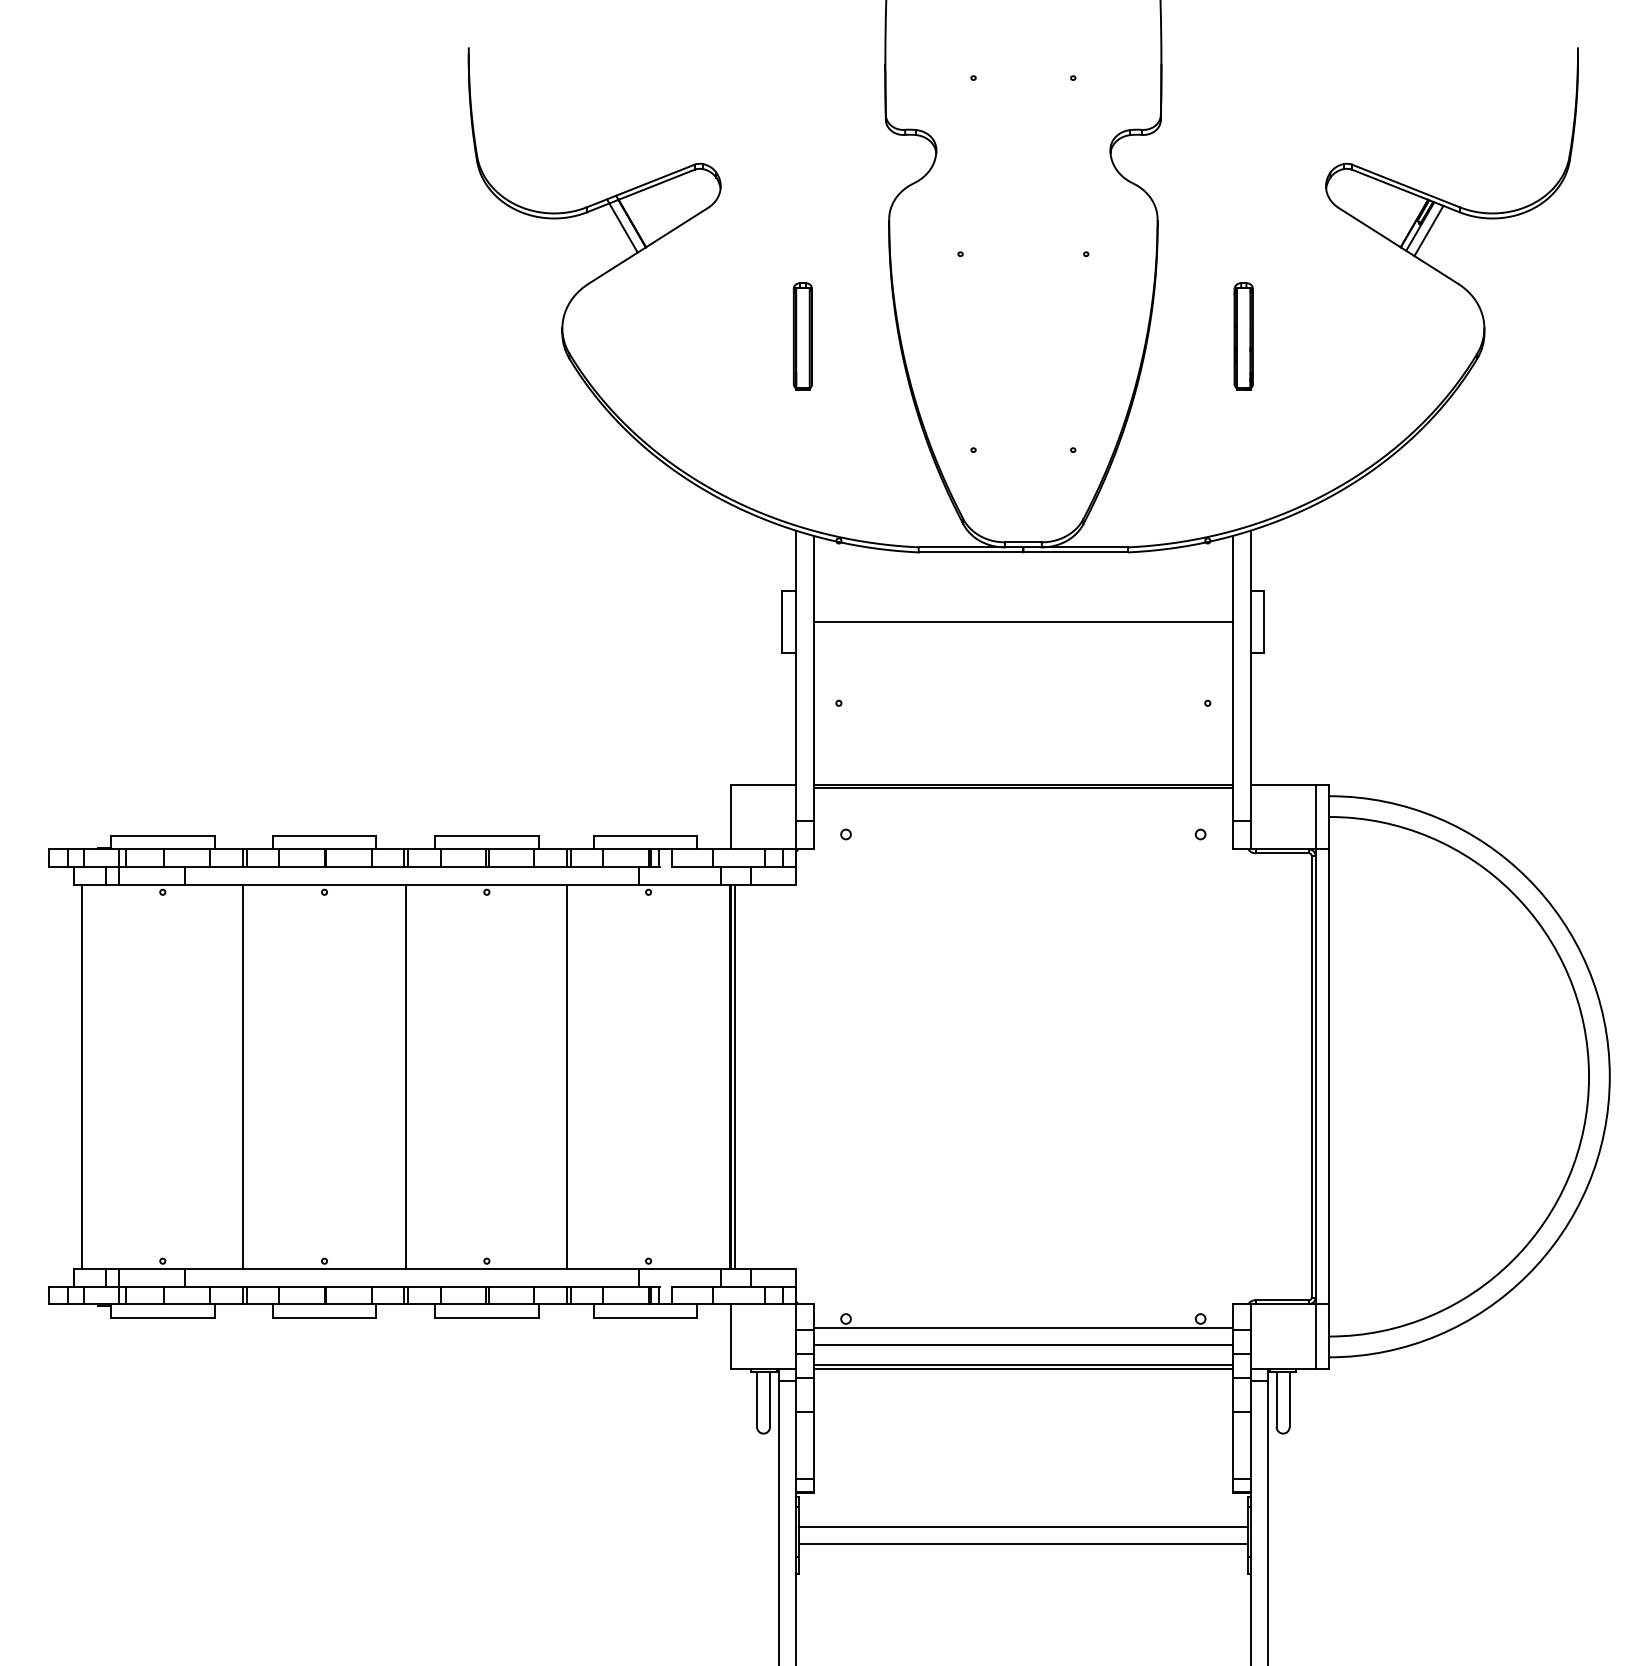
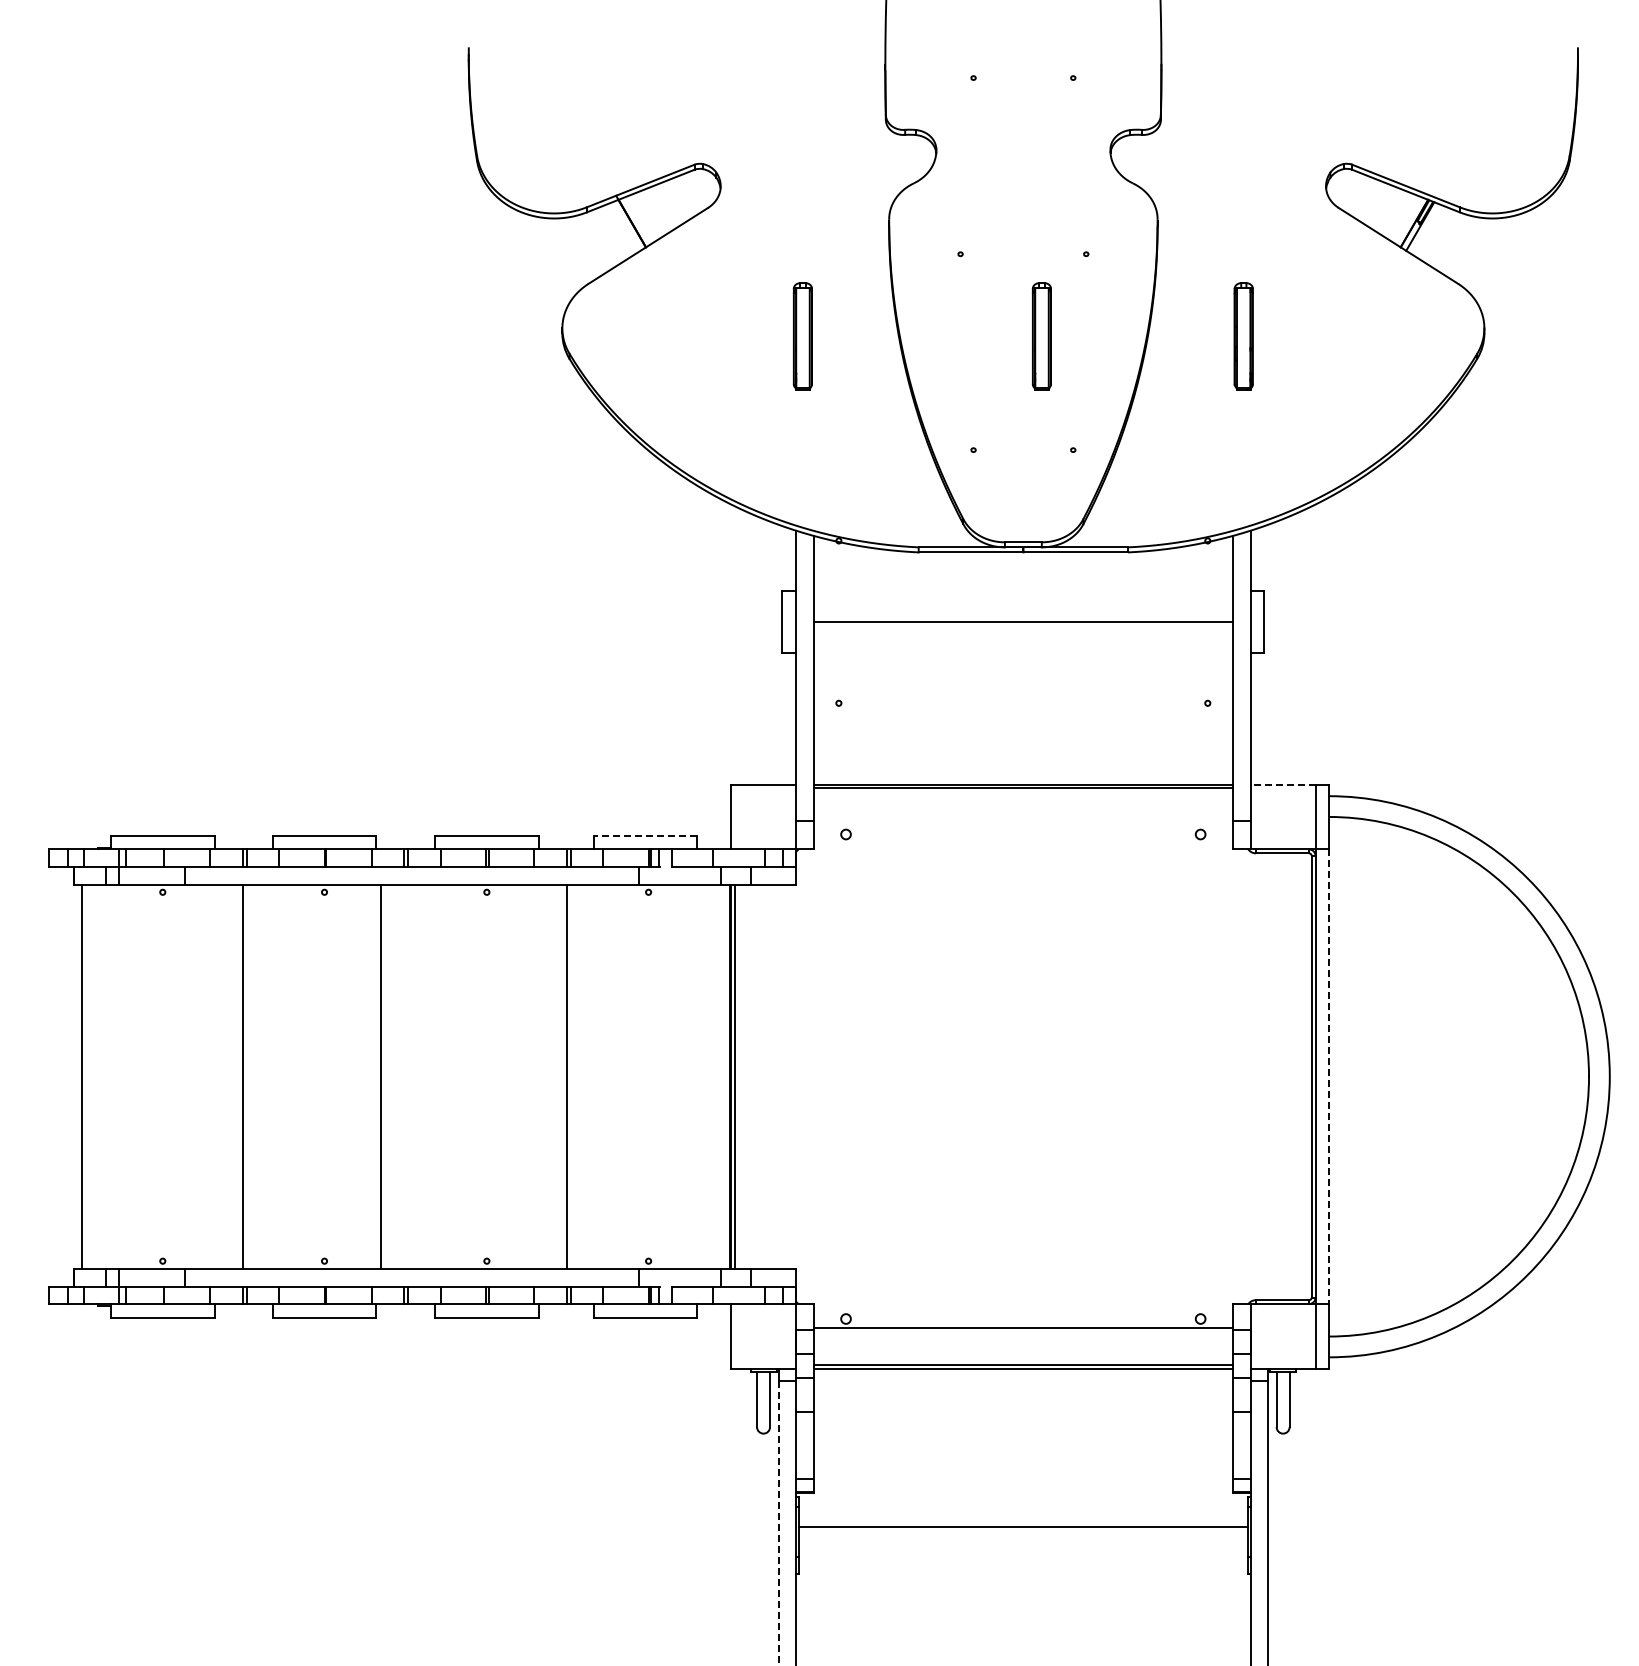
line at (622, 225): present -> none
line at (1428, 230): present -> none
part at (1041, 336): none -> present
line at (1282, 784): solid -> dashed
line at (645, 835): solid -> dashed
line at (405, 1076) position: (405, 1076) -> (380, 1076)
line at (1329, 1077): solid -> dashed
line at (1023, 1345): present -> none
line at (778, 1523): solid -> dashed
line at (1023, 1544): present -> none
